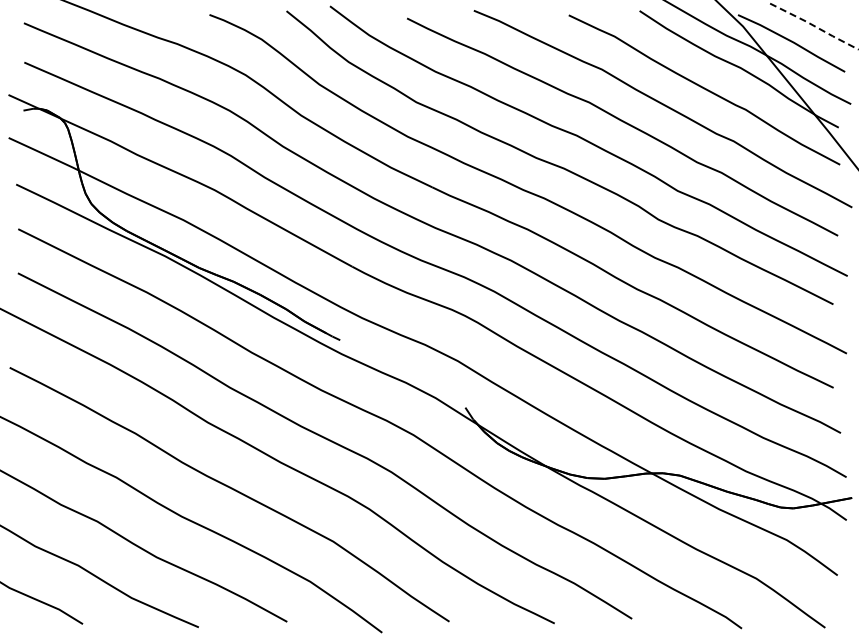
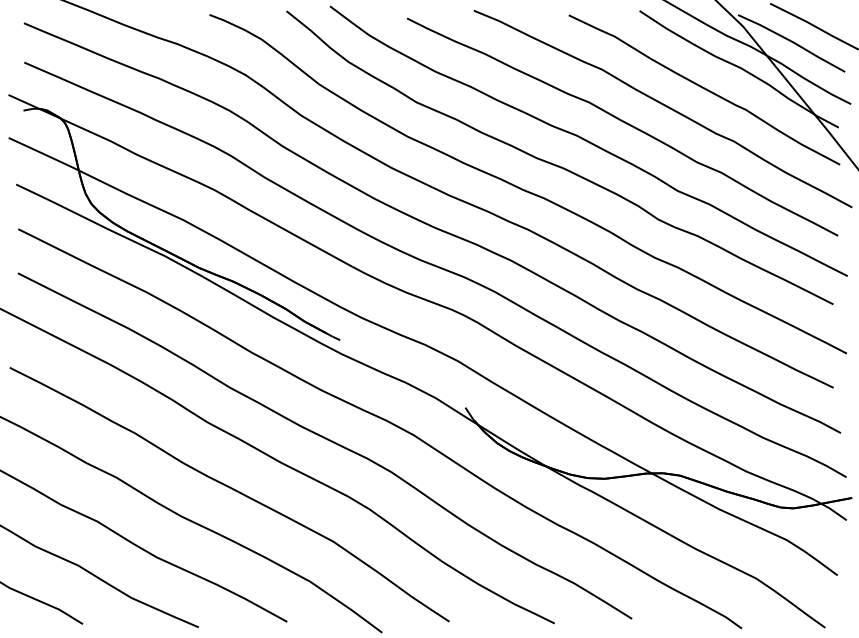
line at (814, 26): dashed -> solid
